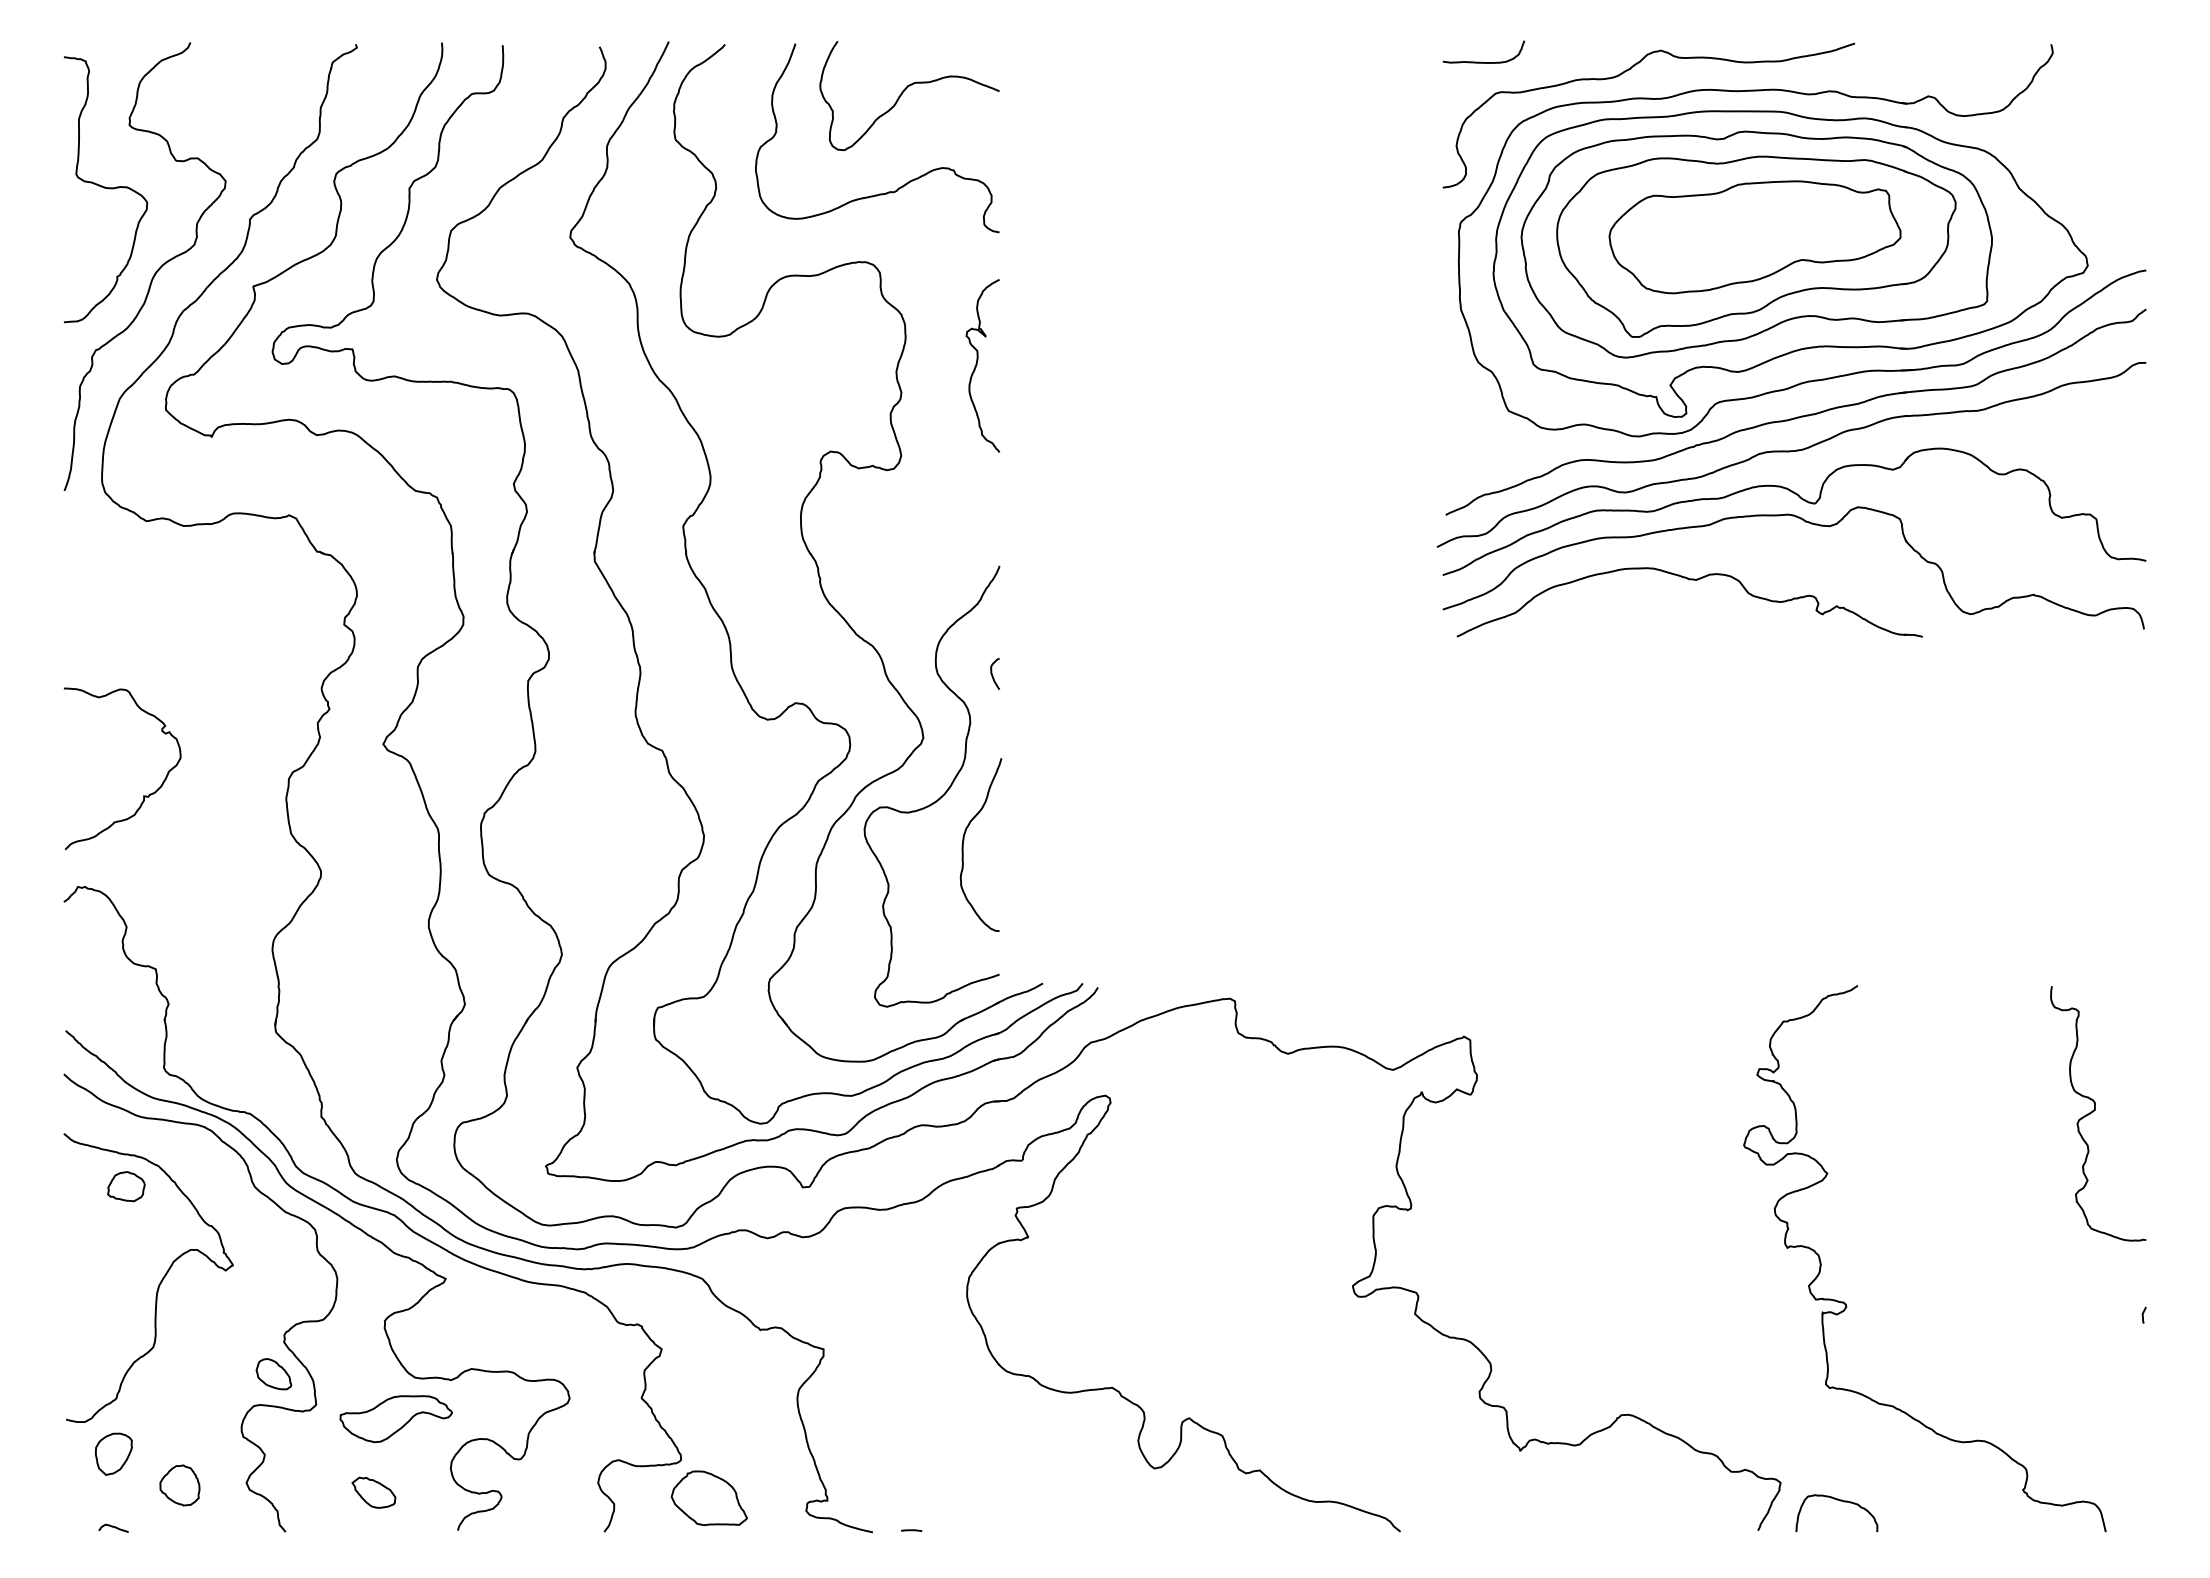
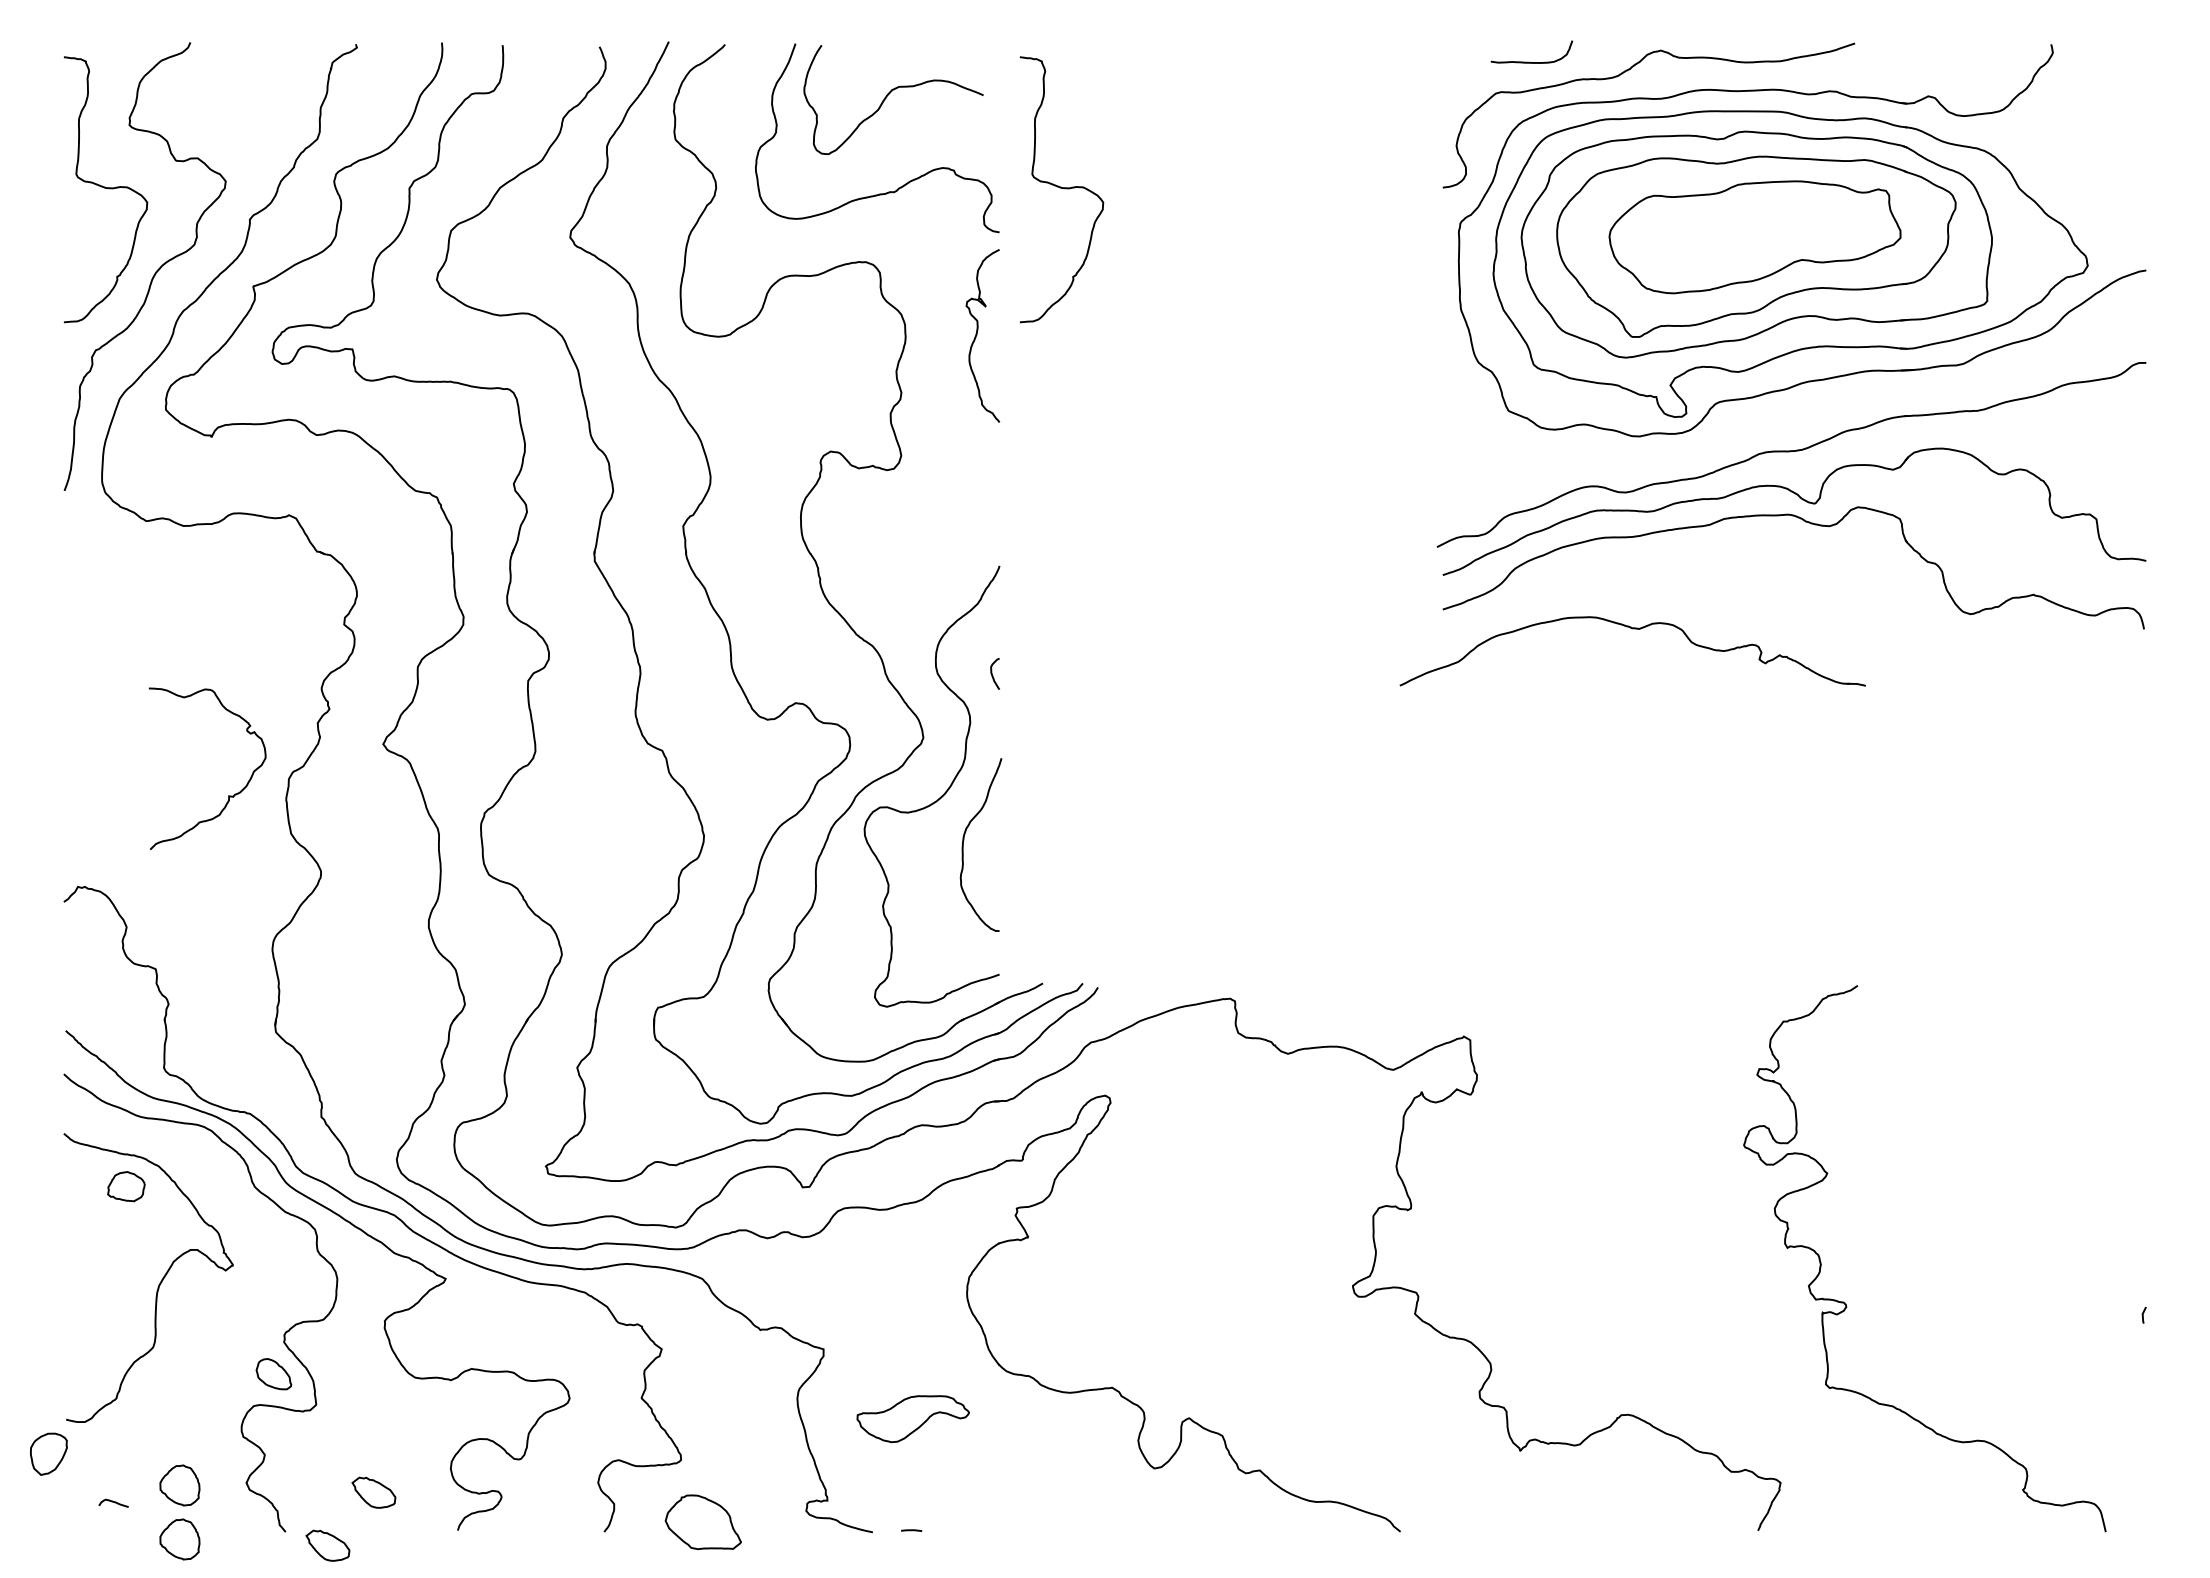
curve at (1481, 61) position: (1481, 61) -> (1529, 61)
curve at (904, 91) position: (904, 91) -> (888, 95)
curve at (1061, 188): none -> present
curve at (977, 365) position: (977, 365) -> (977, 335)
part at (1795, 411): present -> none
part at (1689, 580) position: (1689, 580) -> (1632, 629)
curve at (143, 795) position: (143, 795) -> (228, 795)
curve at (2095, 1110): present -> none
part at (395, 1419) position: (395, 1419) -> (912, 1419)
part at (113, 1453) position: (113, 1453) -> (48, 1453)
part at (708, 1497) position: (708, 1497) -> (702, 1521)
curve at (1840, 1501): present -> none
curve at (113, 1527) position: (113, 1527) -> (113, 1502)
part at (179, 1539): none -> present
part at (327, 1545): none -> present
